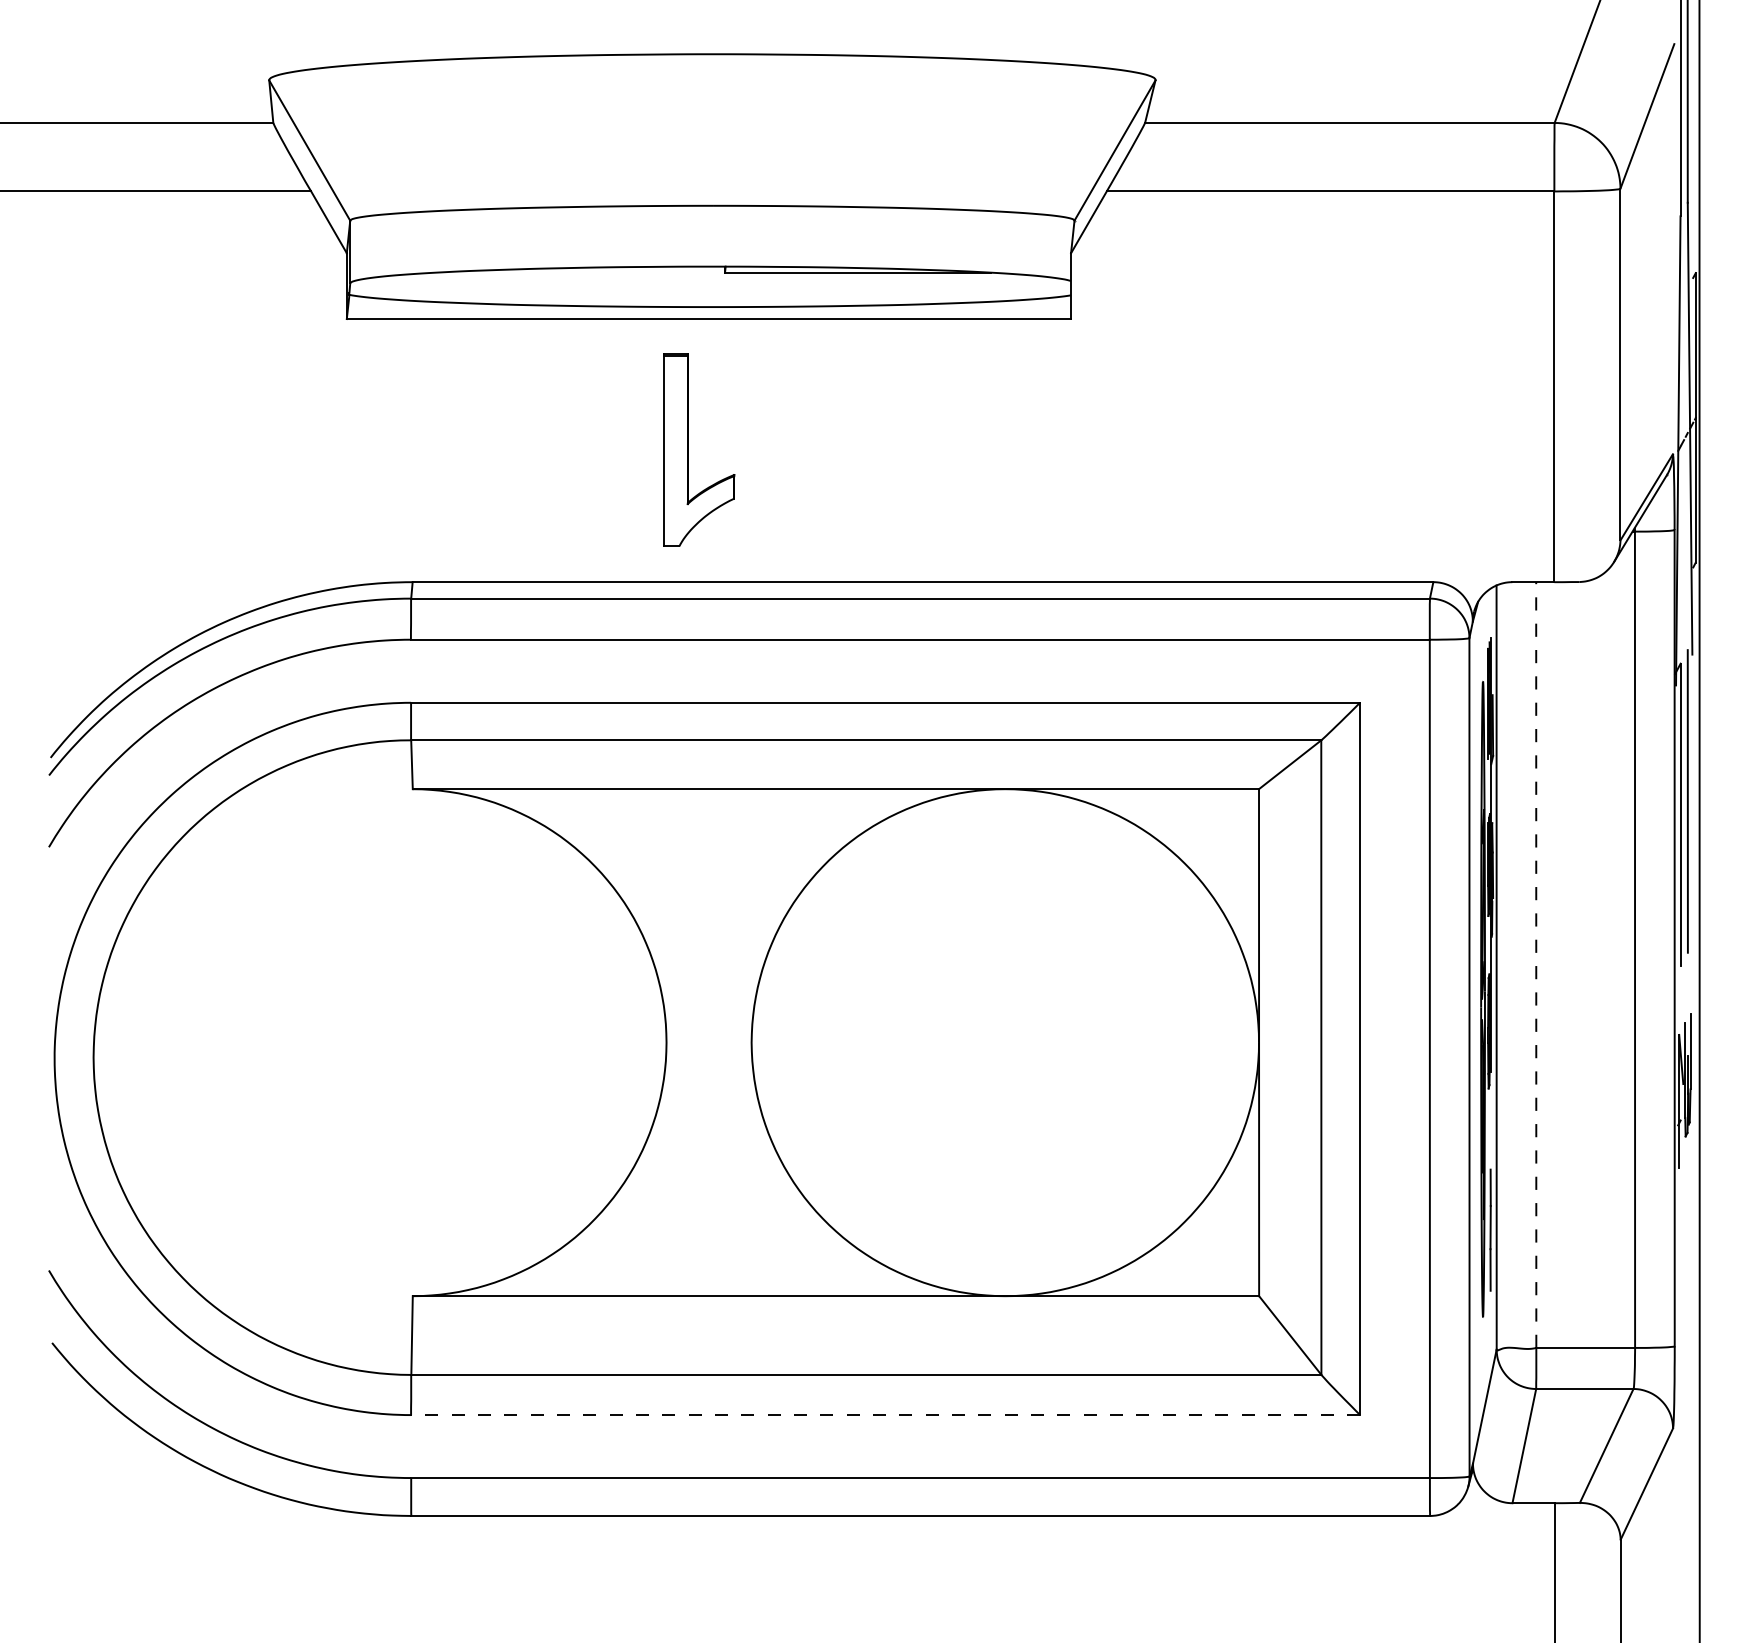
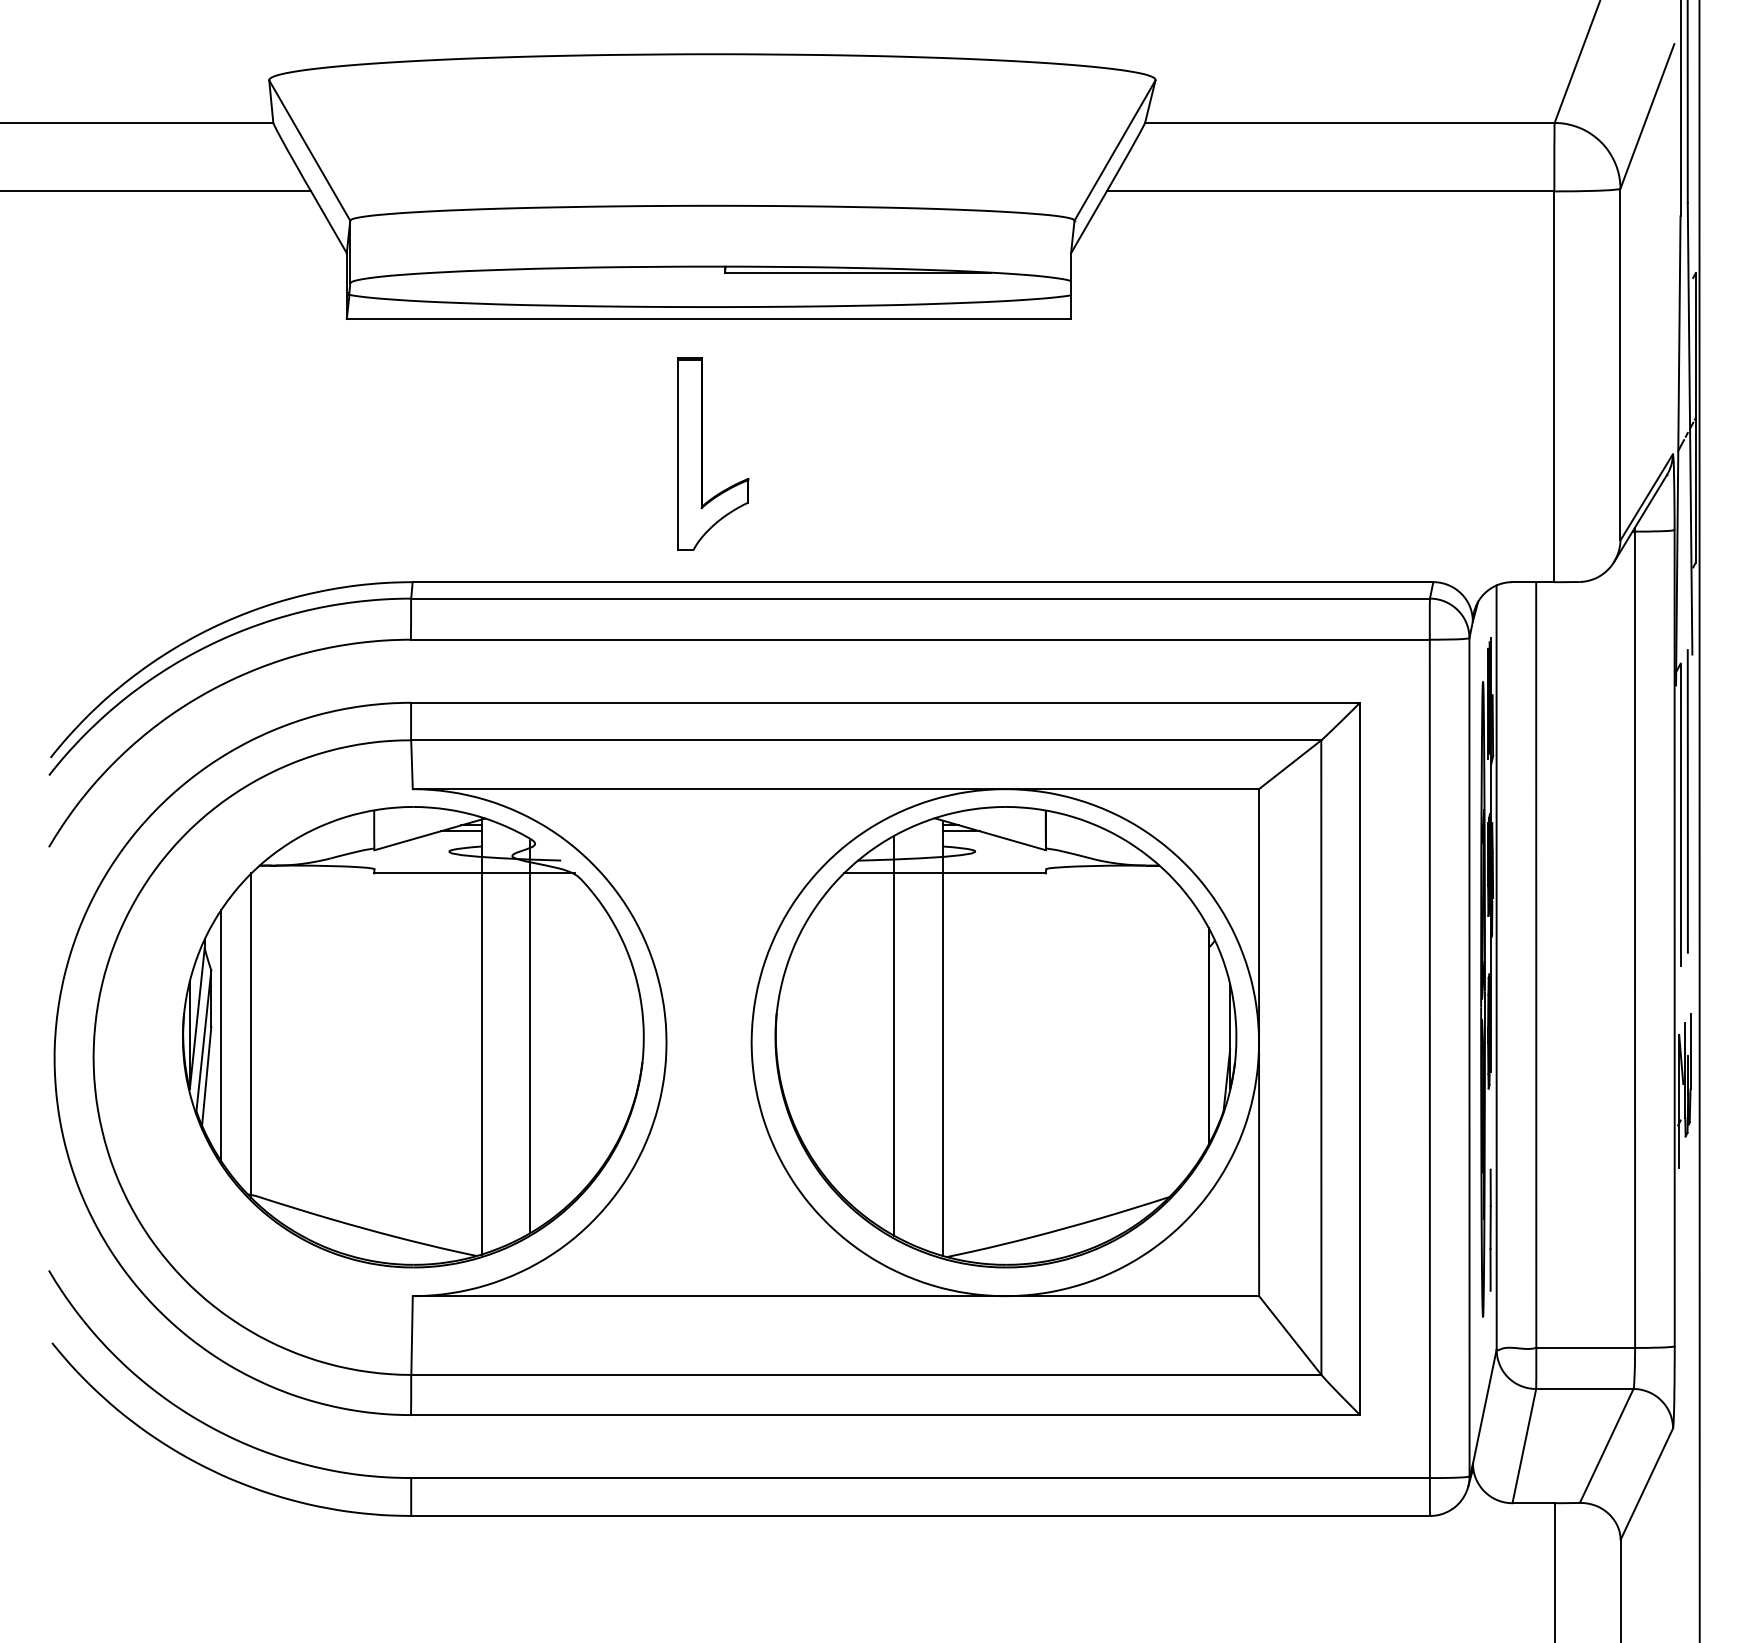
part at (688, 449) position: (688, 449) -> (702, 453)
line at (1536, 965): dashed -> solid
part at (413, 1037): none -> present
part at (1005, 1037): none -> present
line at (885, 1415): dashed -> solid
